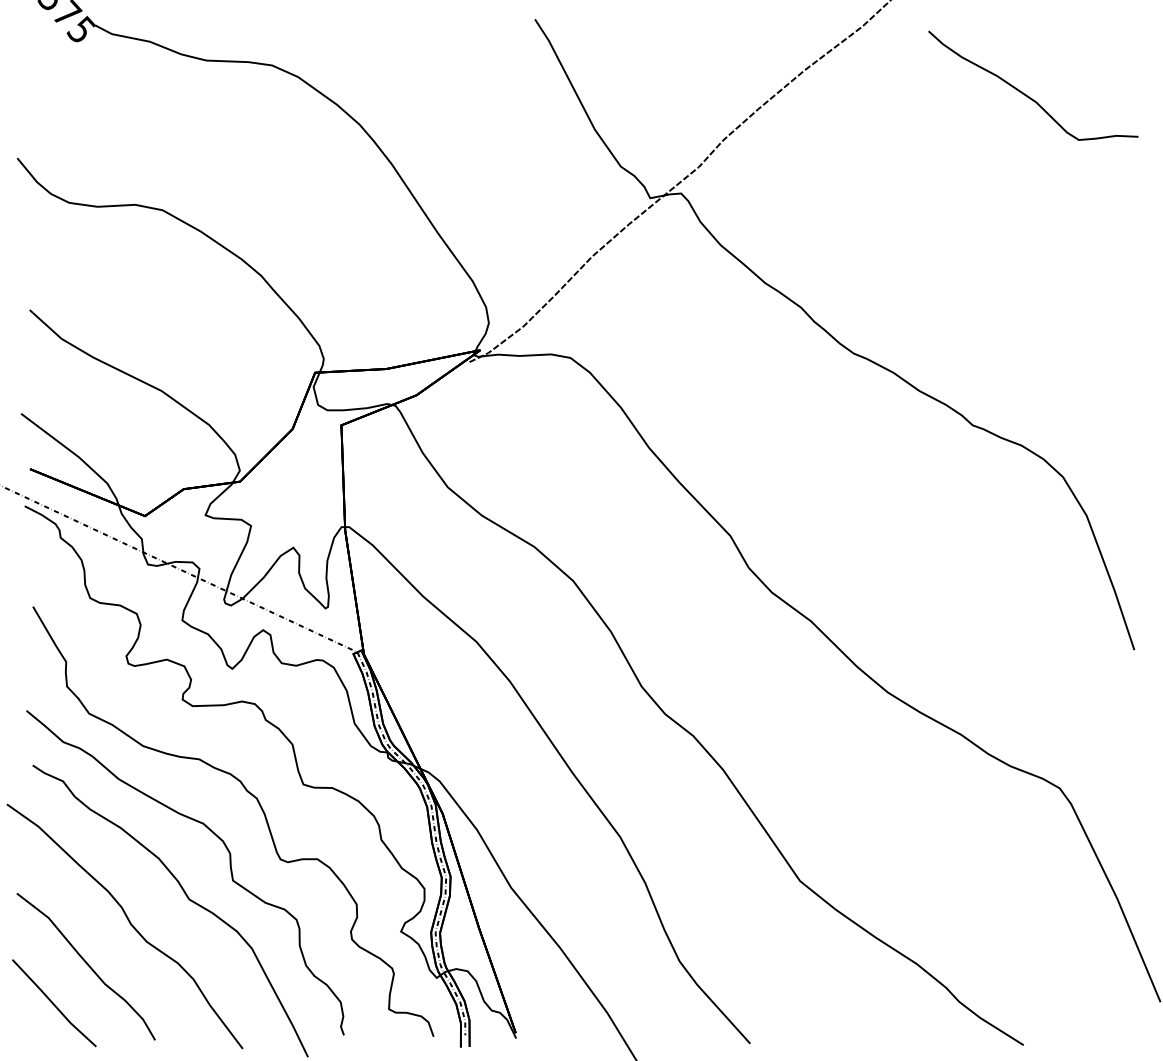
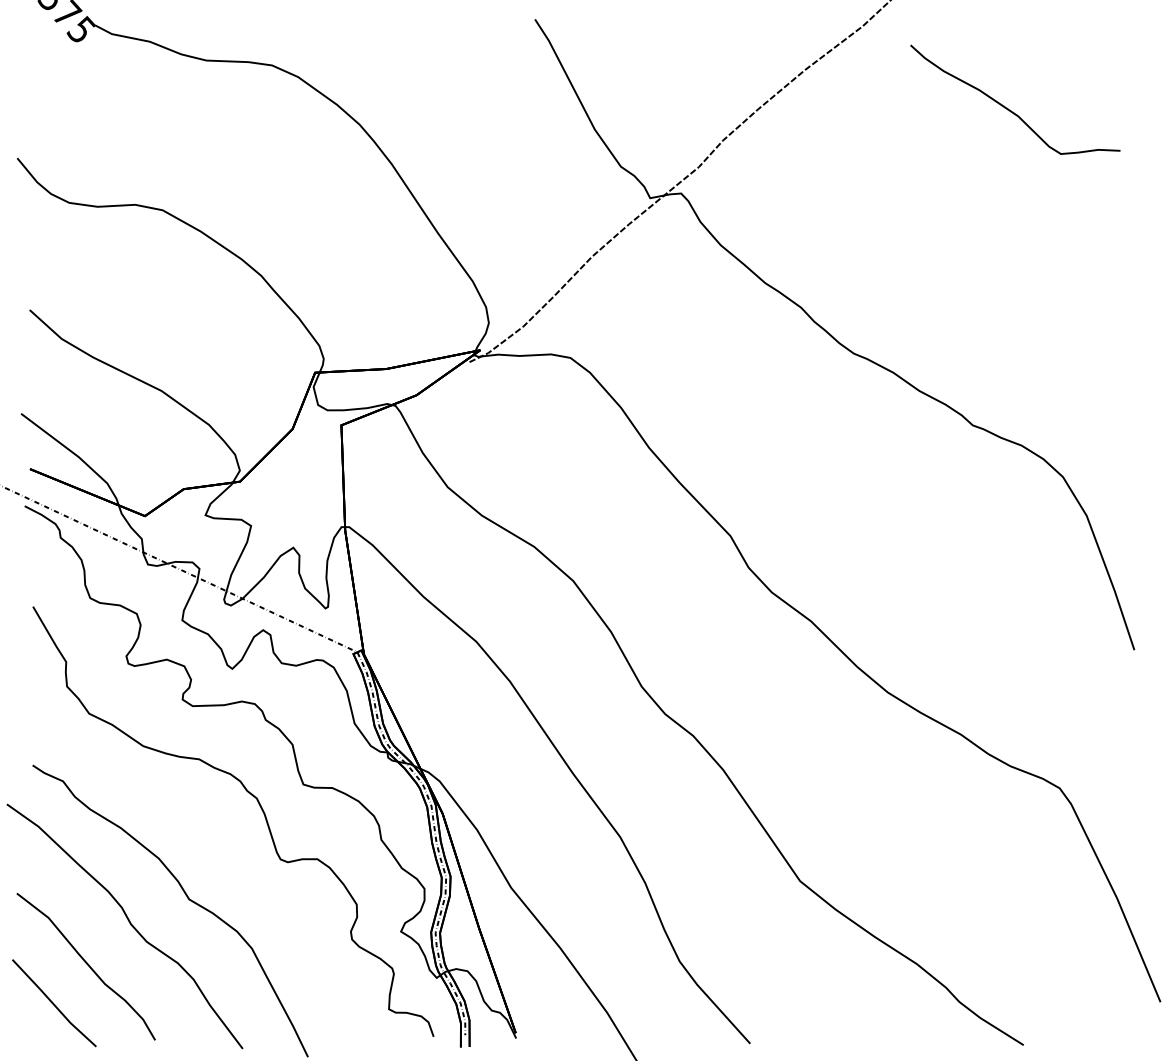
curve at (1025, 93) position: (1025, 93) -> (1007, 107)
curve at (229, 866): present -> none
